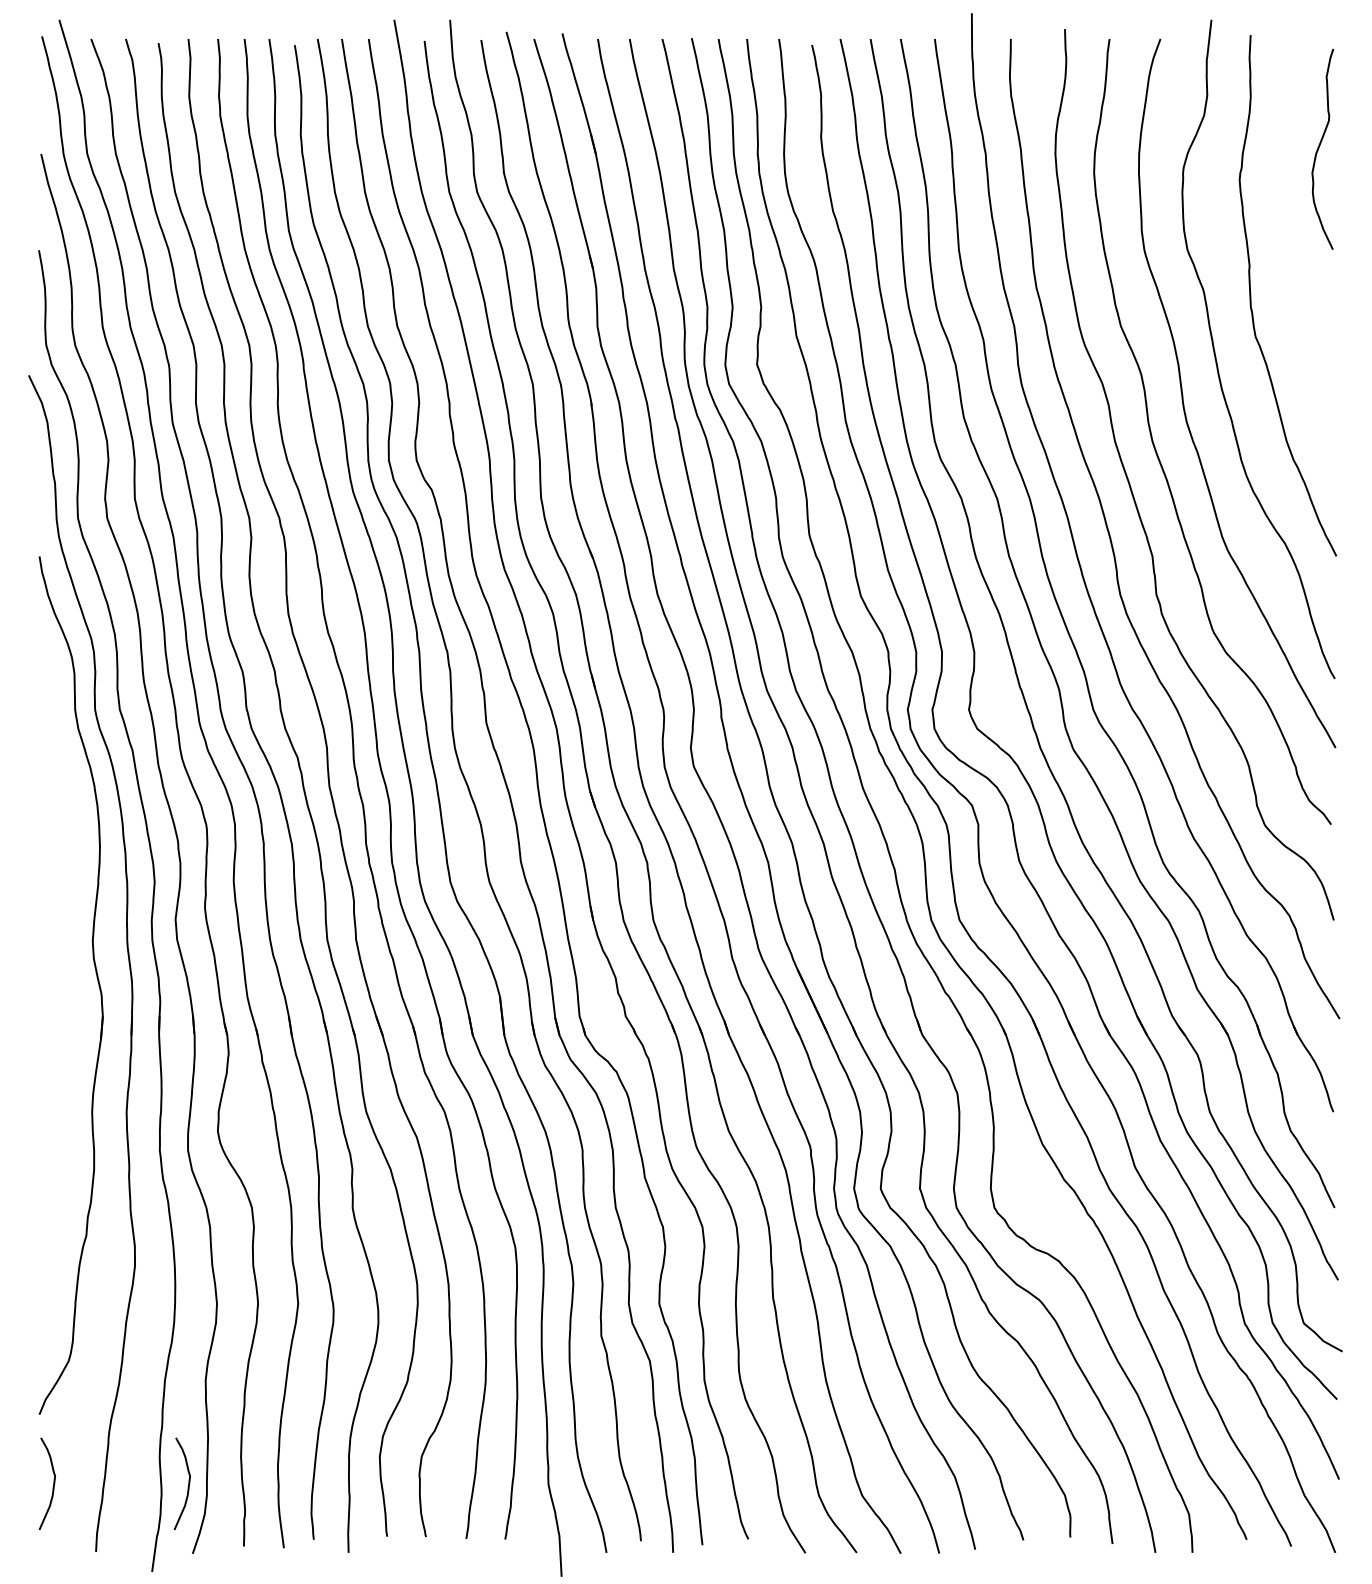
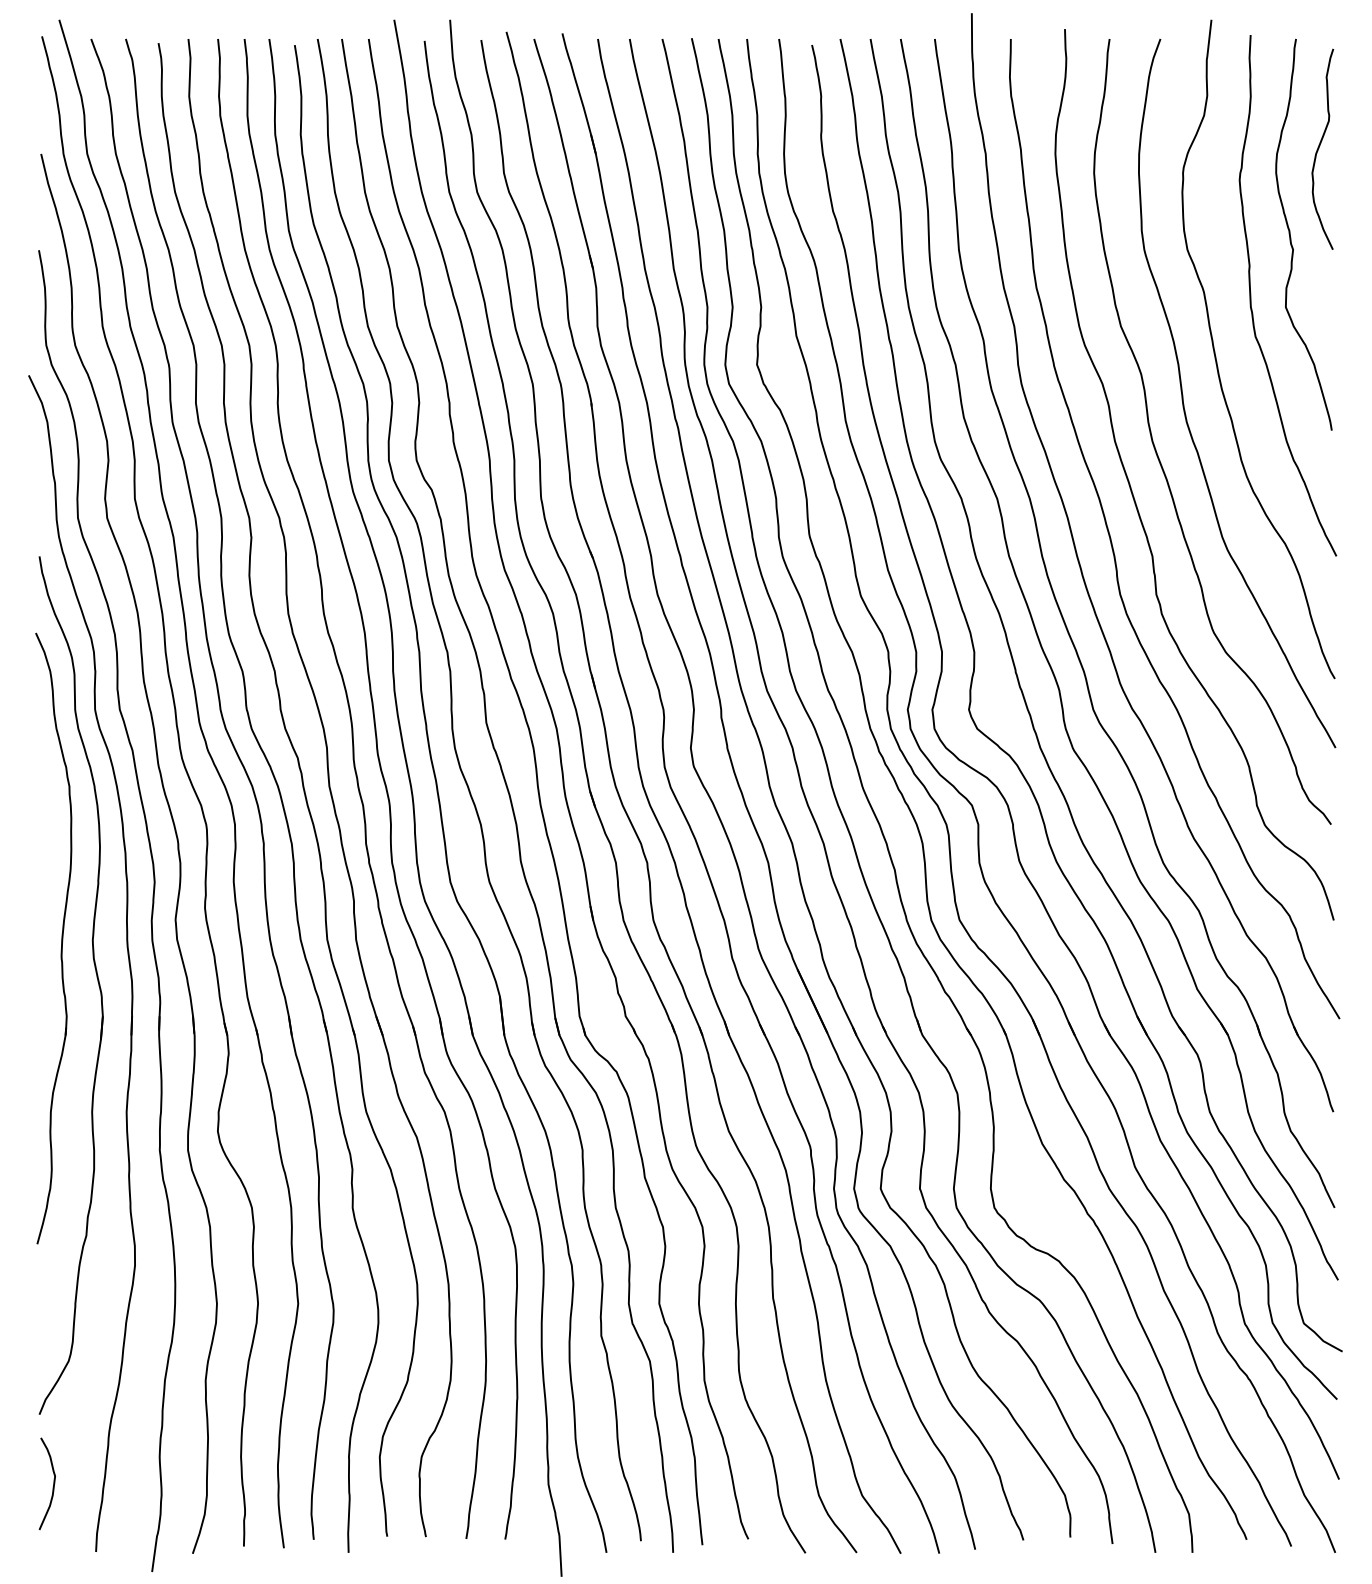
curve at (1291, 237): none -> present
part at (61, 938): none -> present
curve at (188, 1483): present -> none
